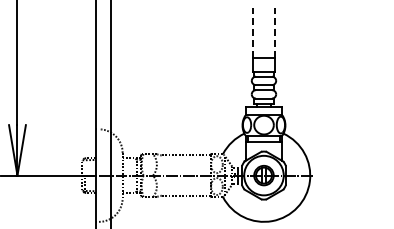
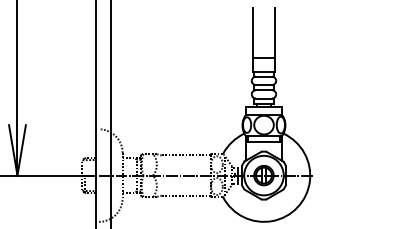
line at (253, 32): dashed -> solid
line at (274, 32): dashed -> solid
